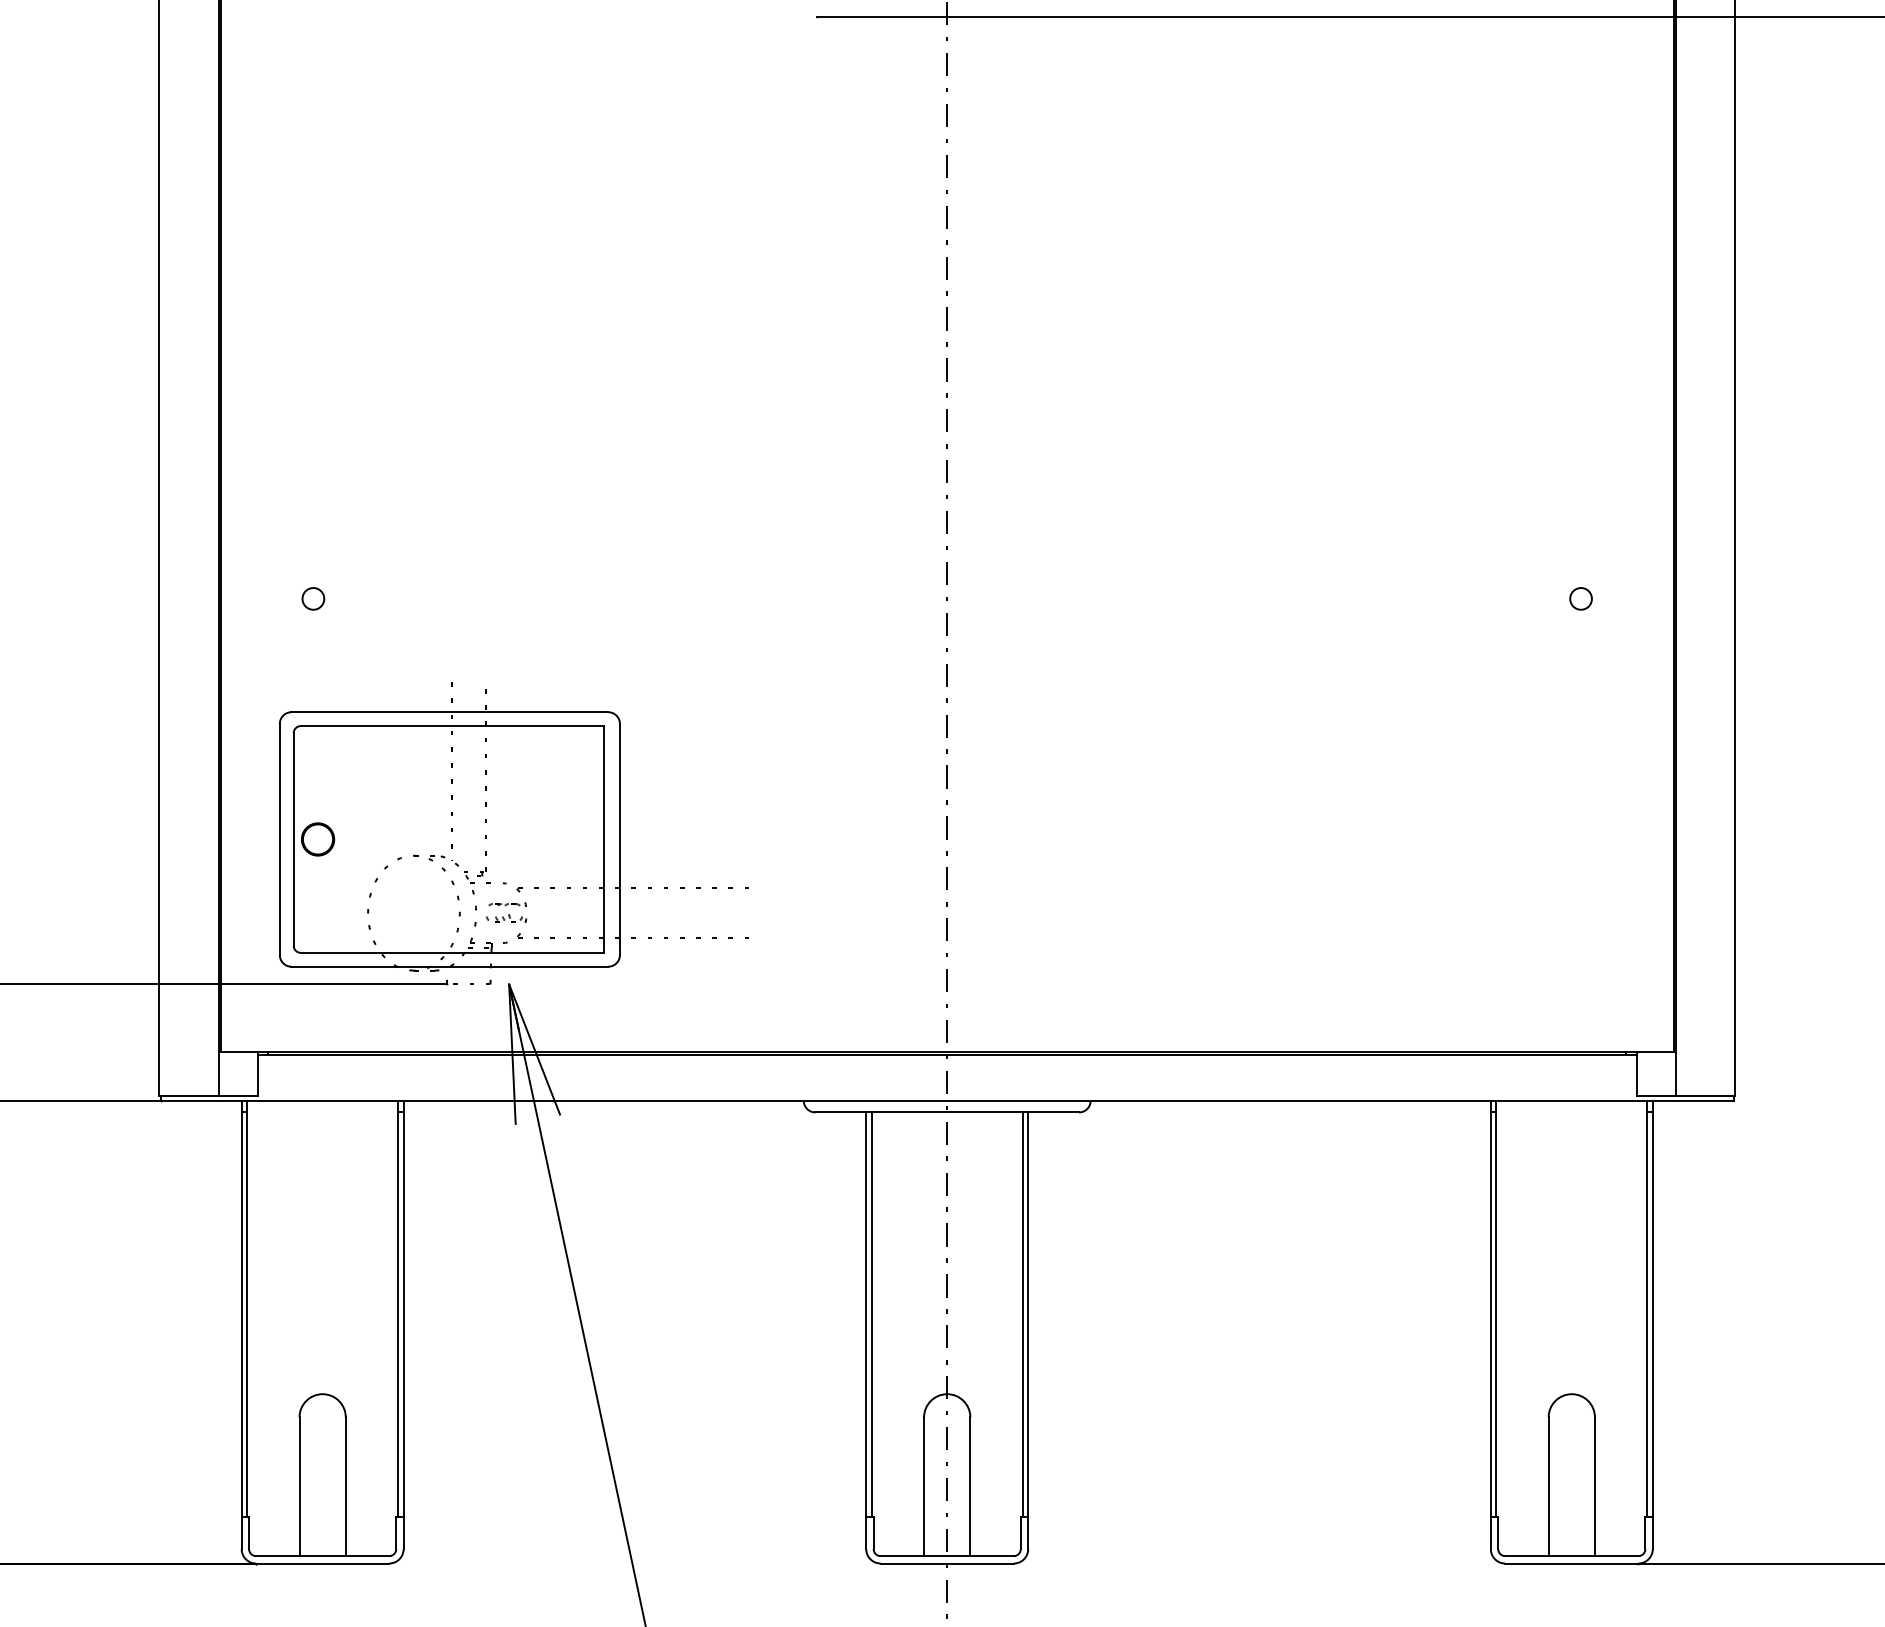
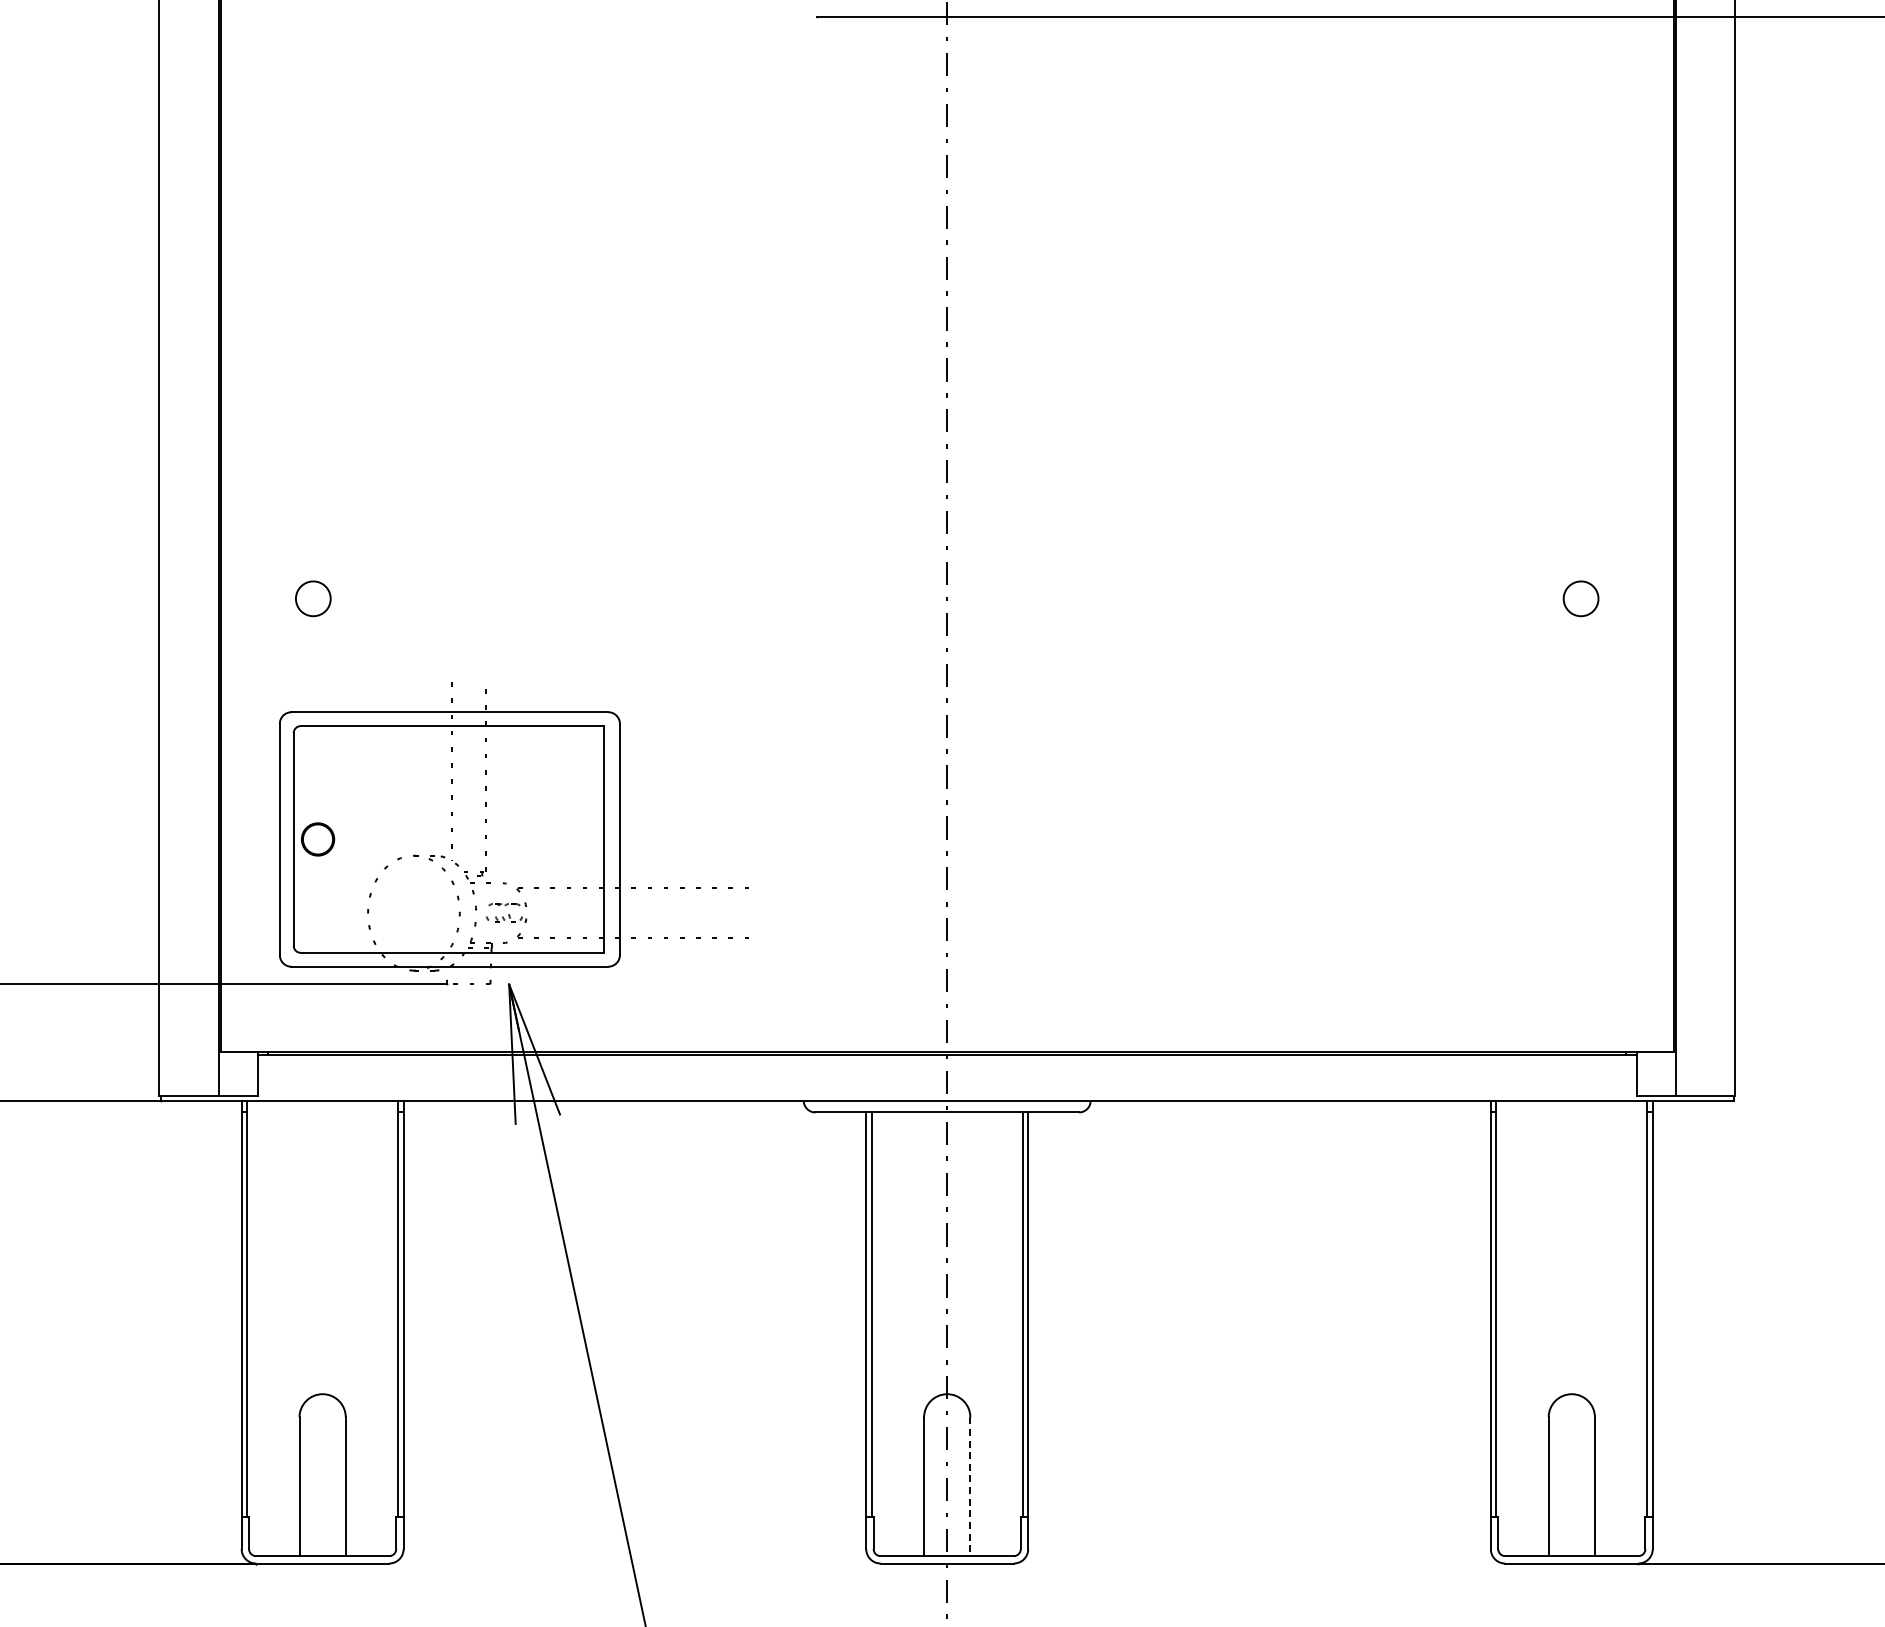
circle at (313, 598) size: 25x24 px -> 37x38 px
circle at (1580, 598) size: 24x24 px -> 38x38 px
line at (970, 1487): solid -> dashed
